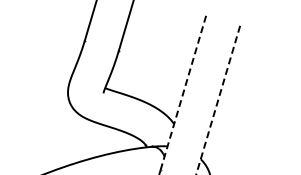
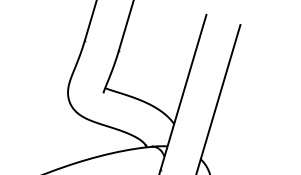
line at (183, 92): dashed -> solid
line at (218, 99): dashed -> solid
